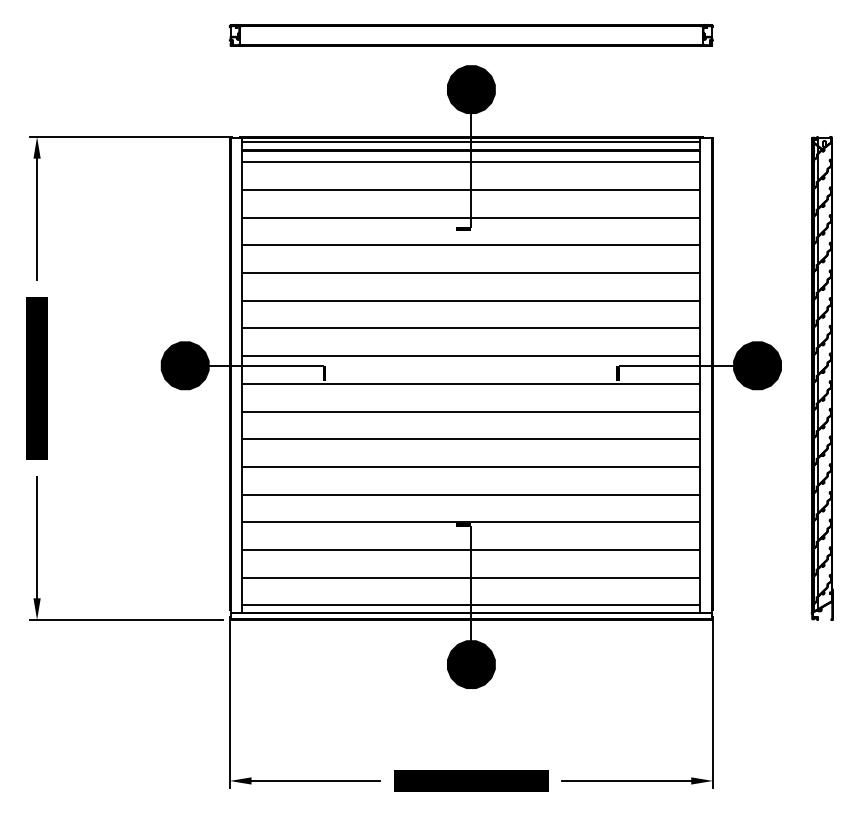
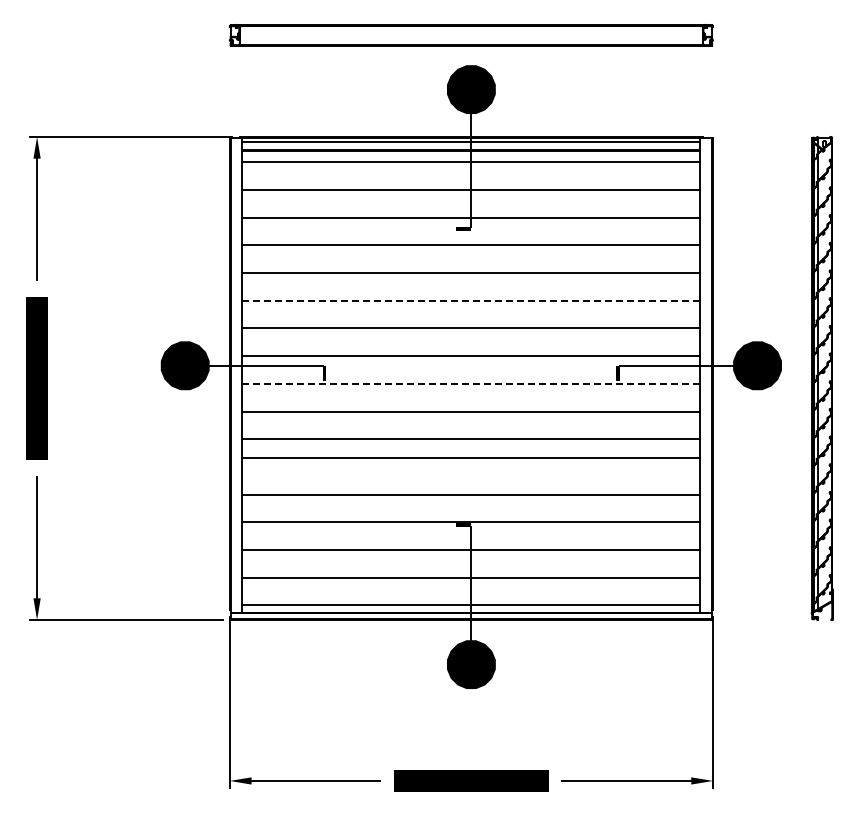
line at (470, 300): solid -> dashed
line at (470, 383): solid -> dashed
line at (471, 466) position: (471, 466) -> (471, 457)
